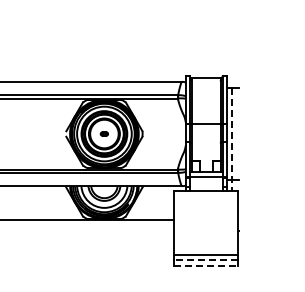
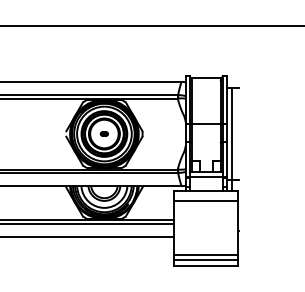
line at (151, 25): none -> present
line at (231, 139): dashed -> solid
line at (205, 201): none -> present
line at (88, 223): none -> present
line at (88, 237): none -> present
line at (206, 259): dashed -> solid
line at (206, 266): dashed -> solid
